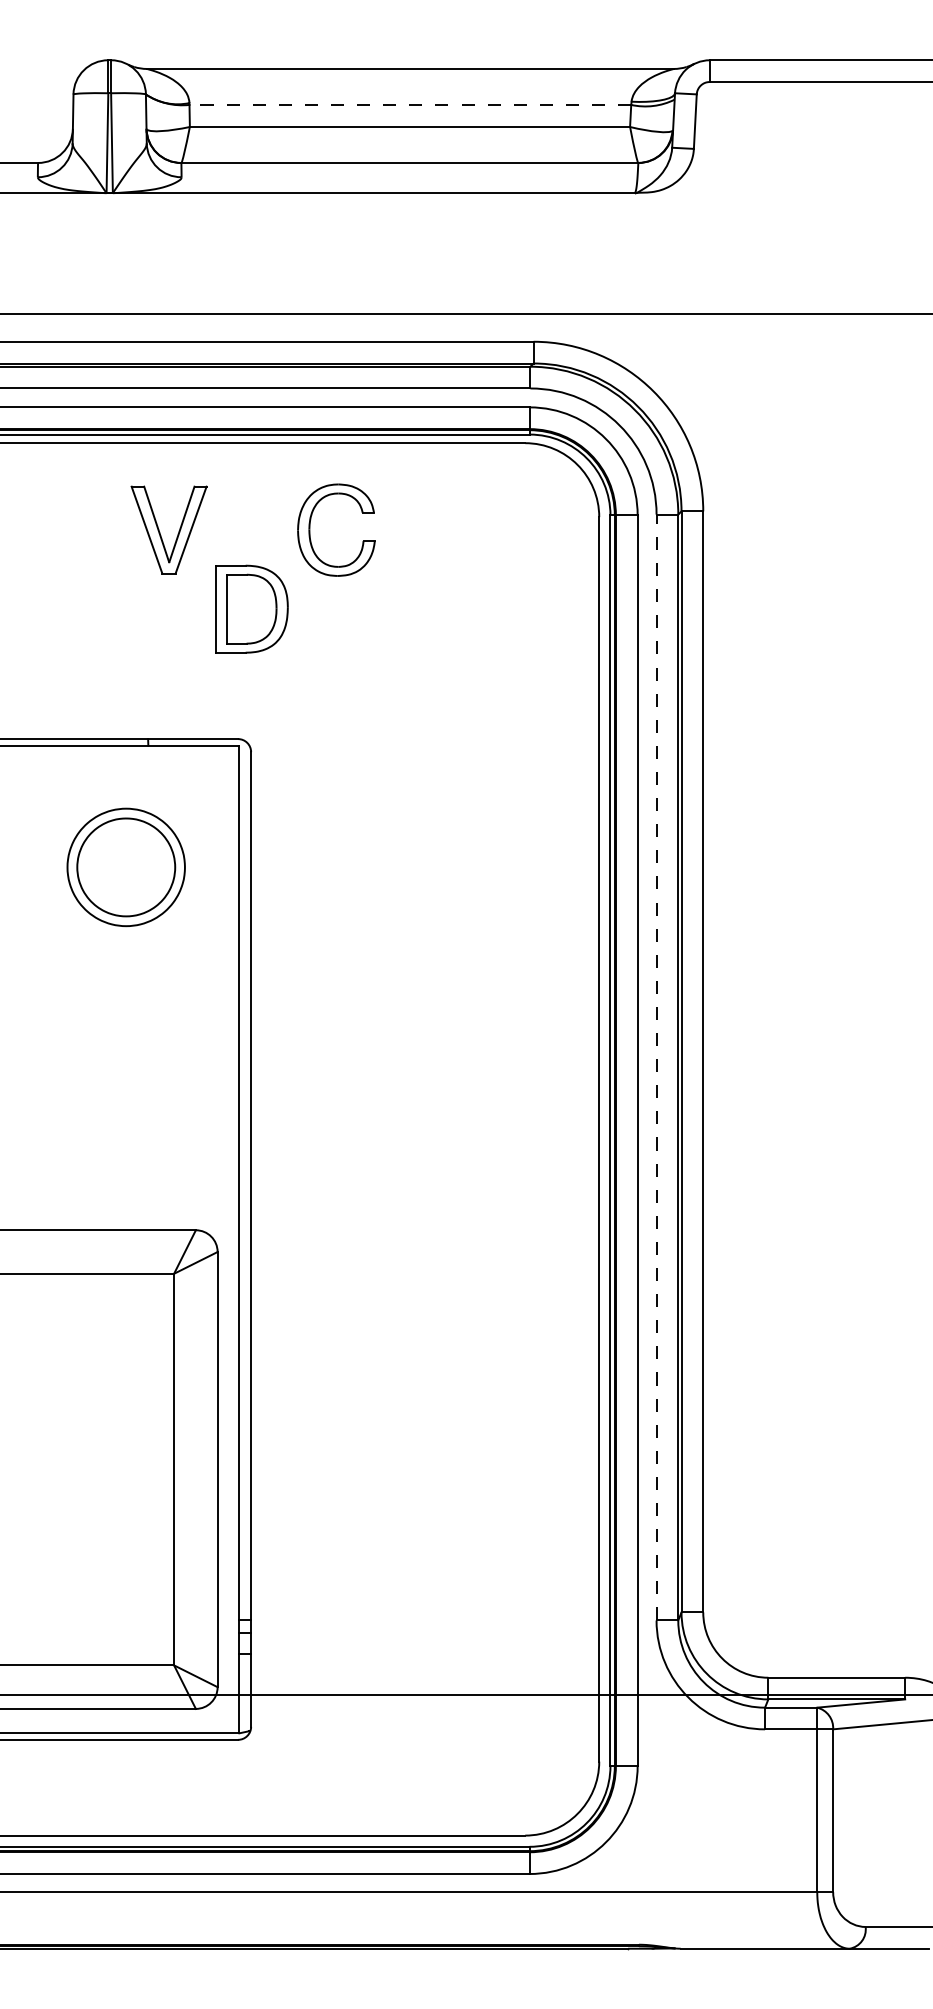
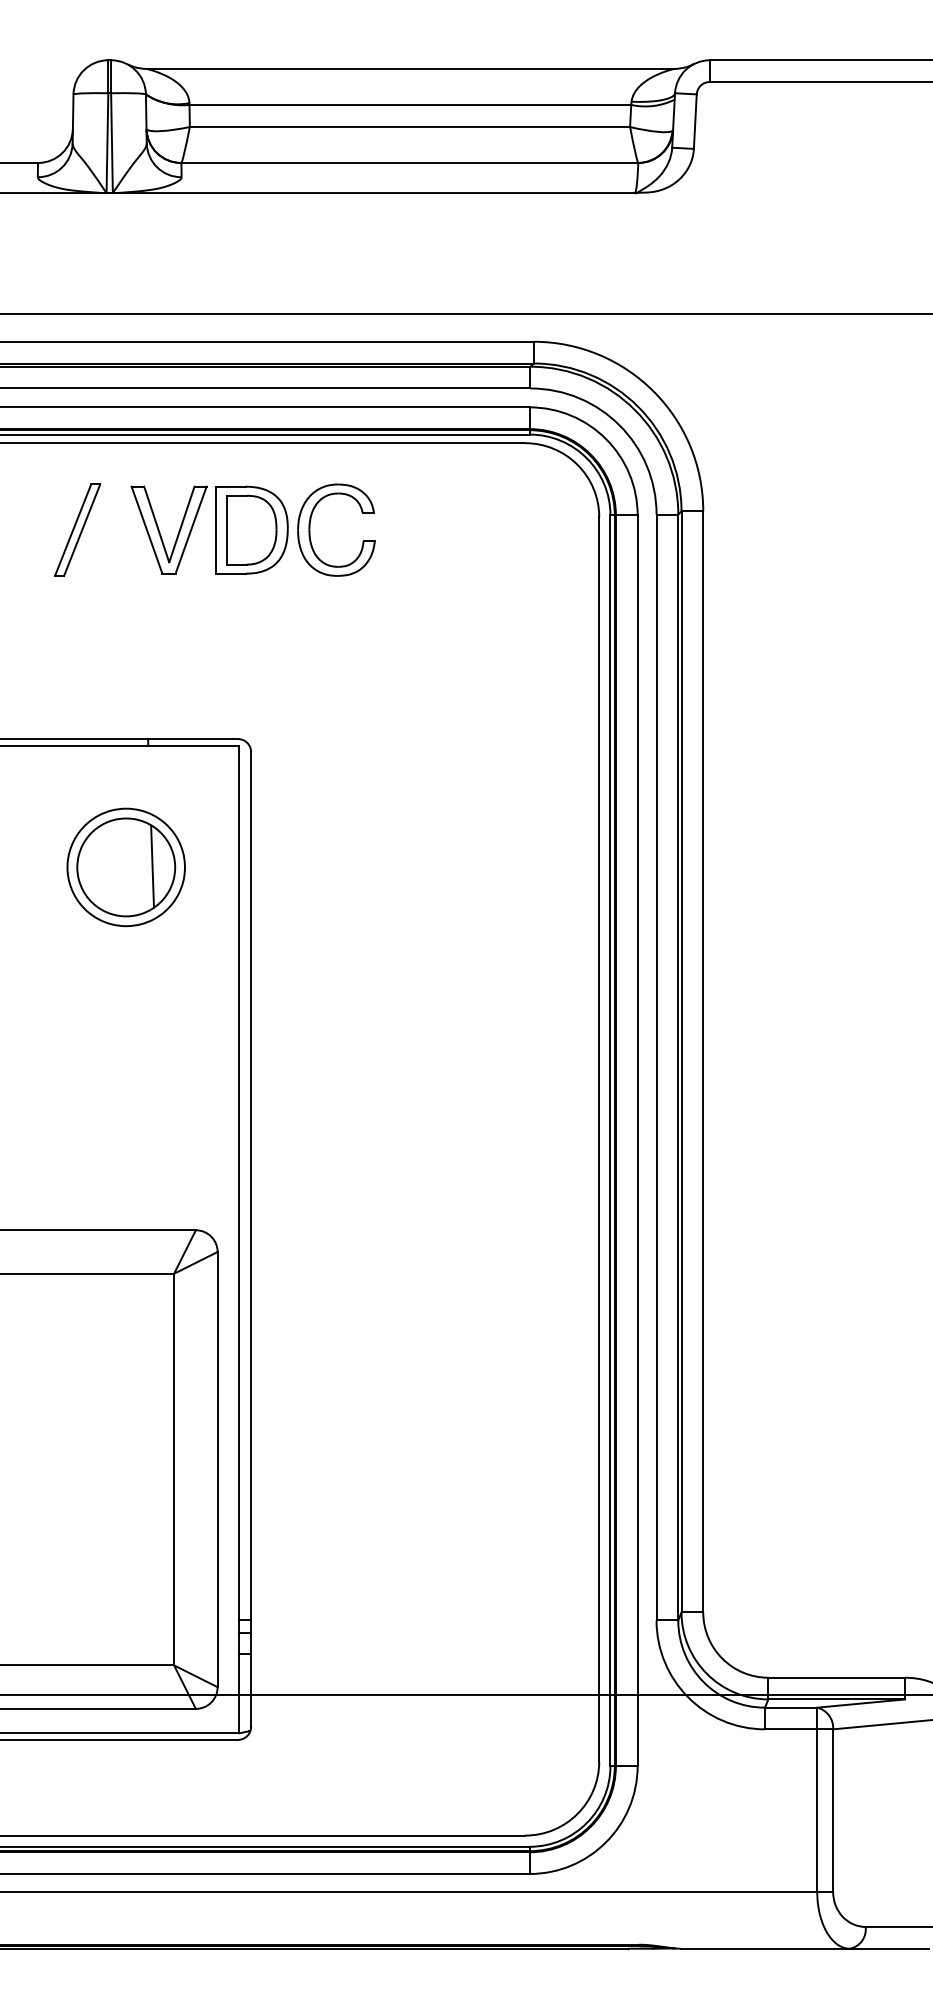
line at (410, 104): dashed -> solid
part at (77, 529): none -> present
part at (251, 608) position: (251, 608) -> (251, 529)
line at (152, 866): none -> present
line at (656, 1067): dashed -> solid
